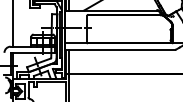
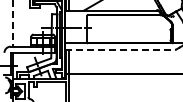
line at (12, 23): solid -> dashed
line at (120, 49): solid -> dashed
